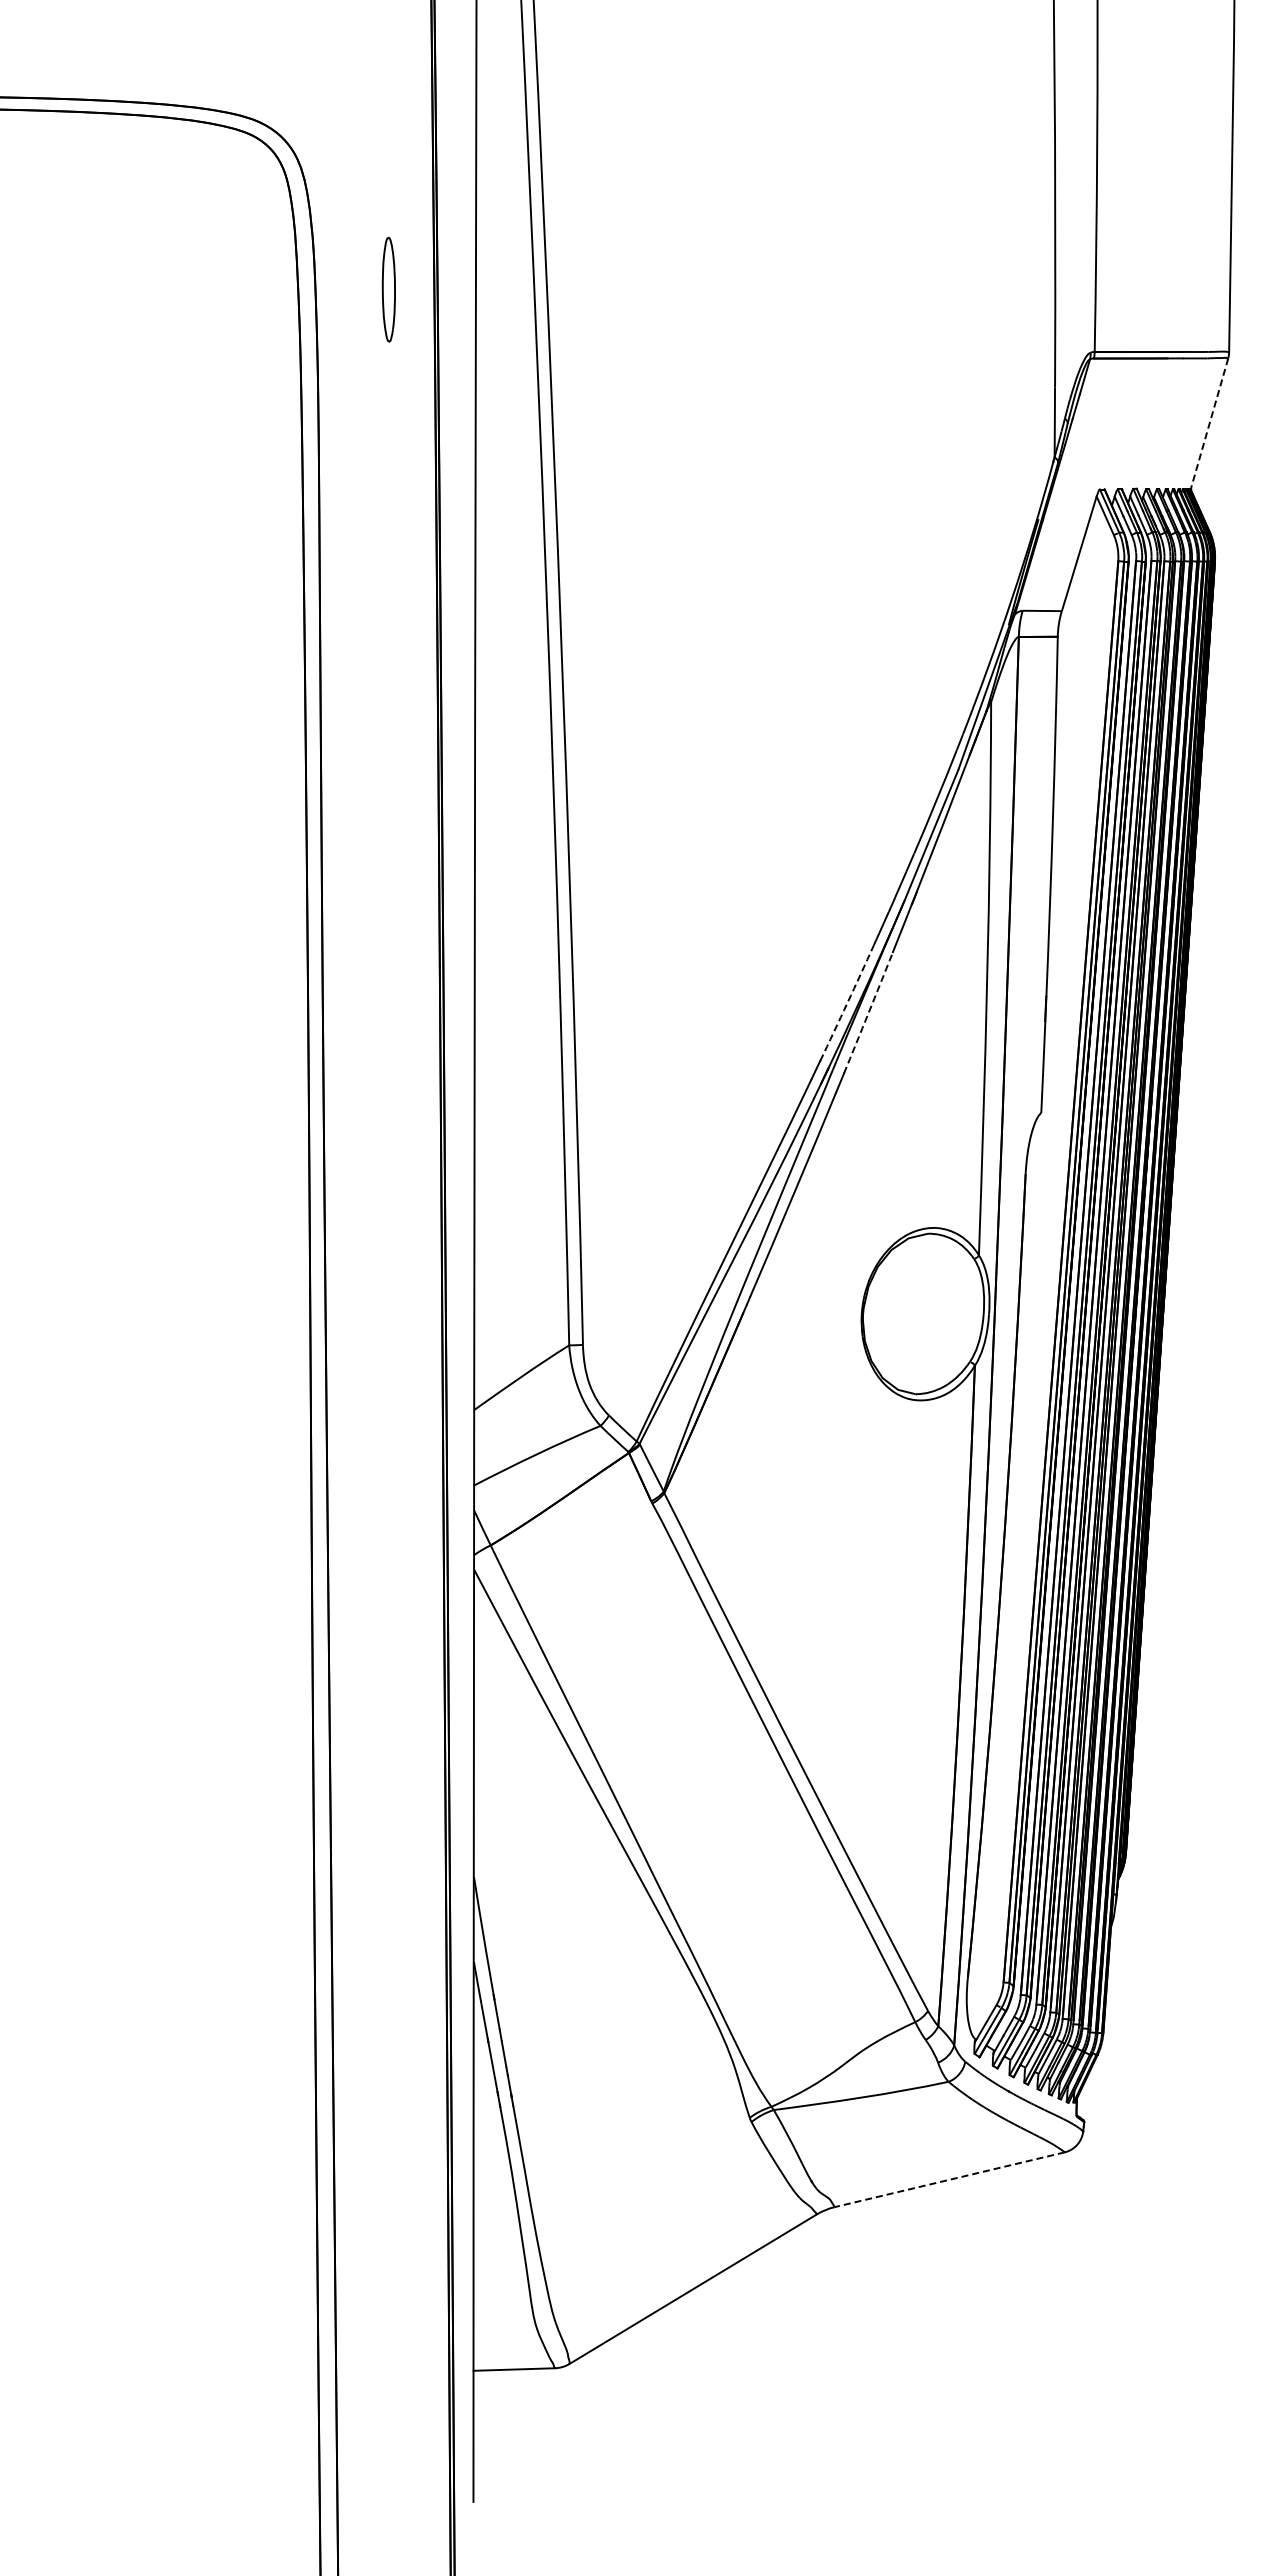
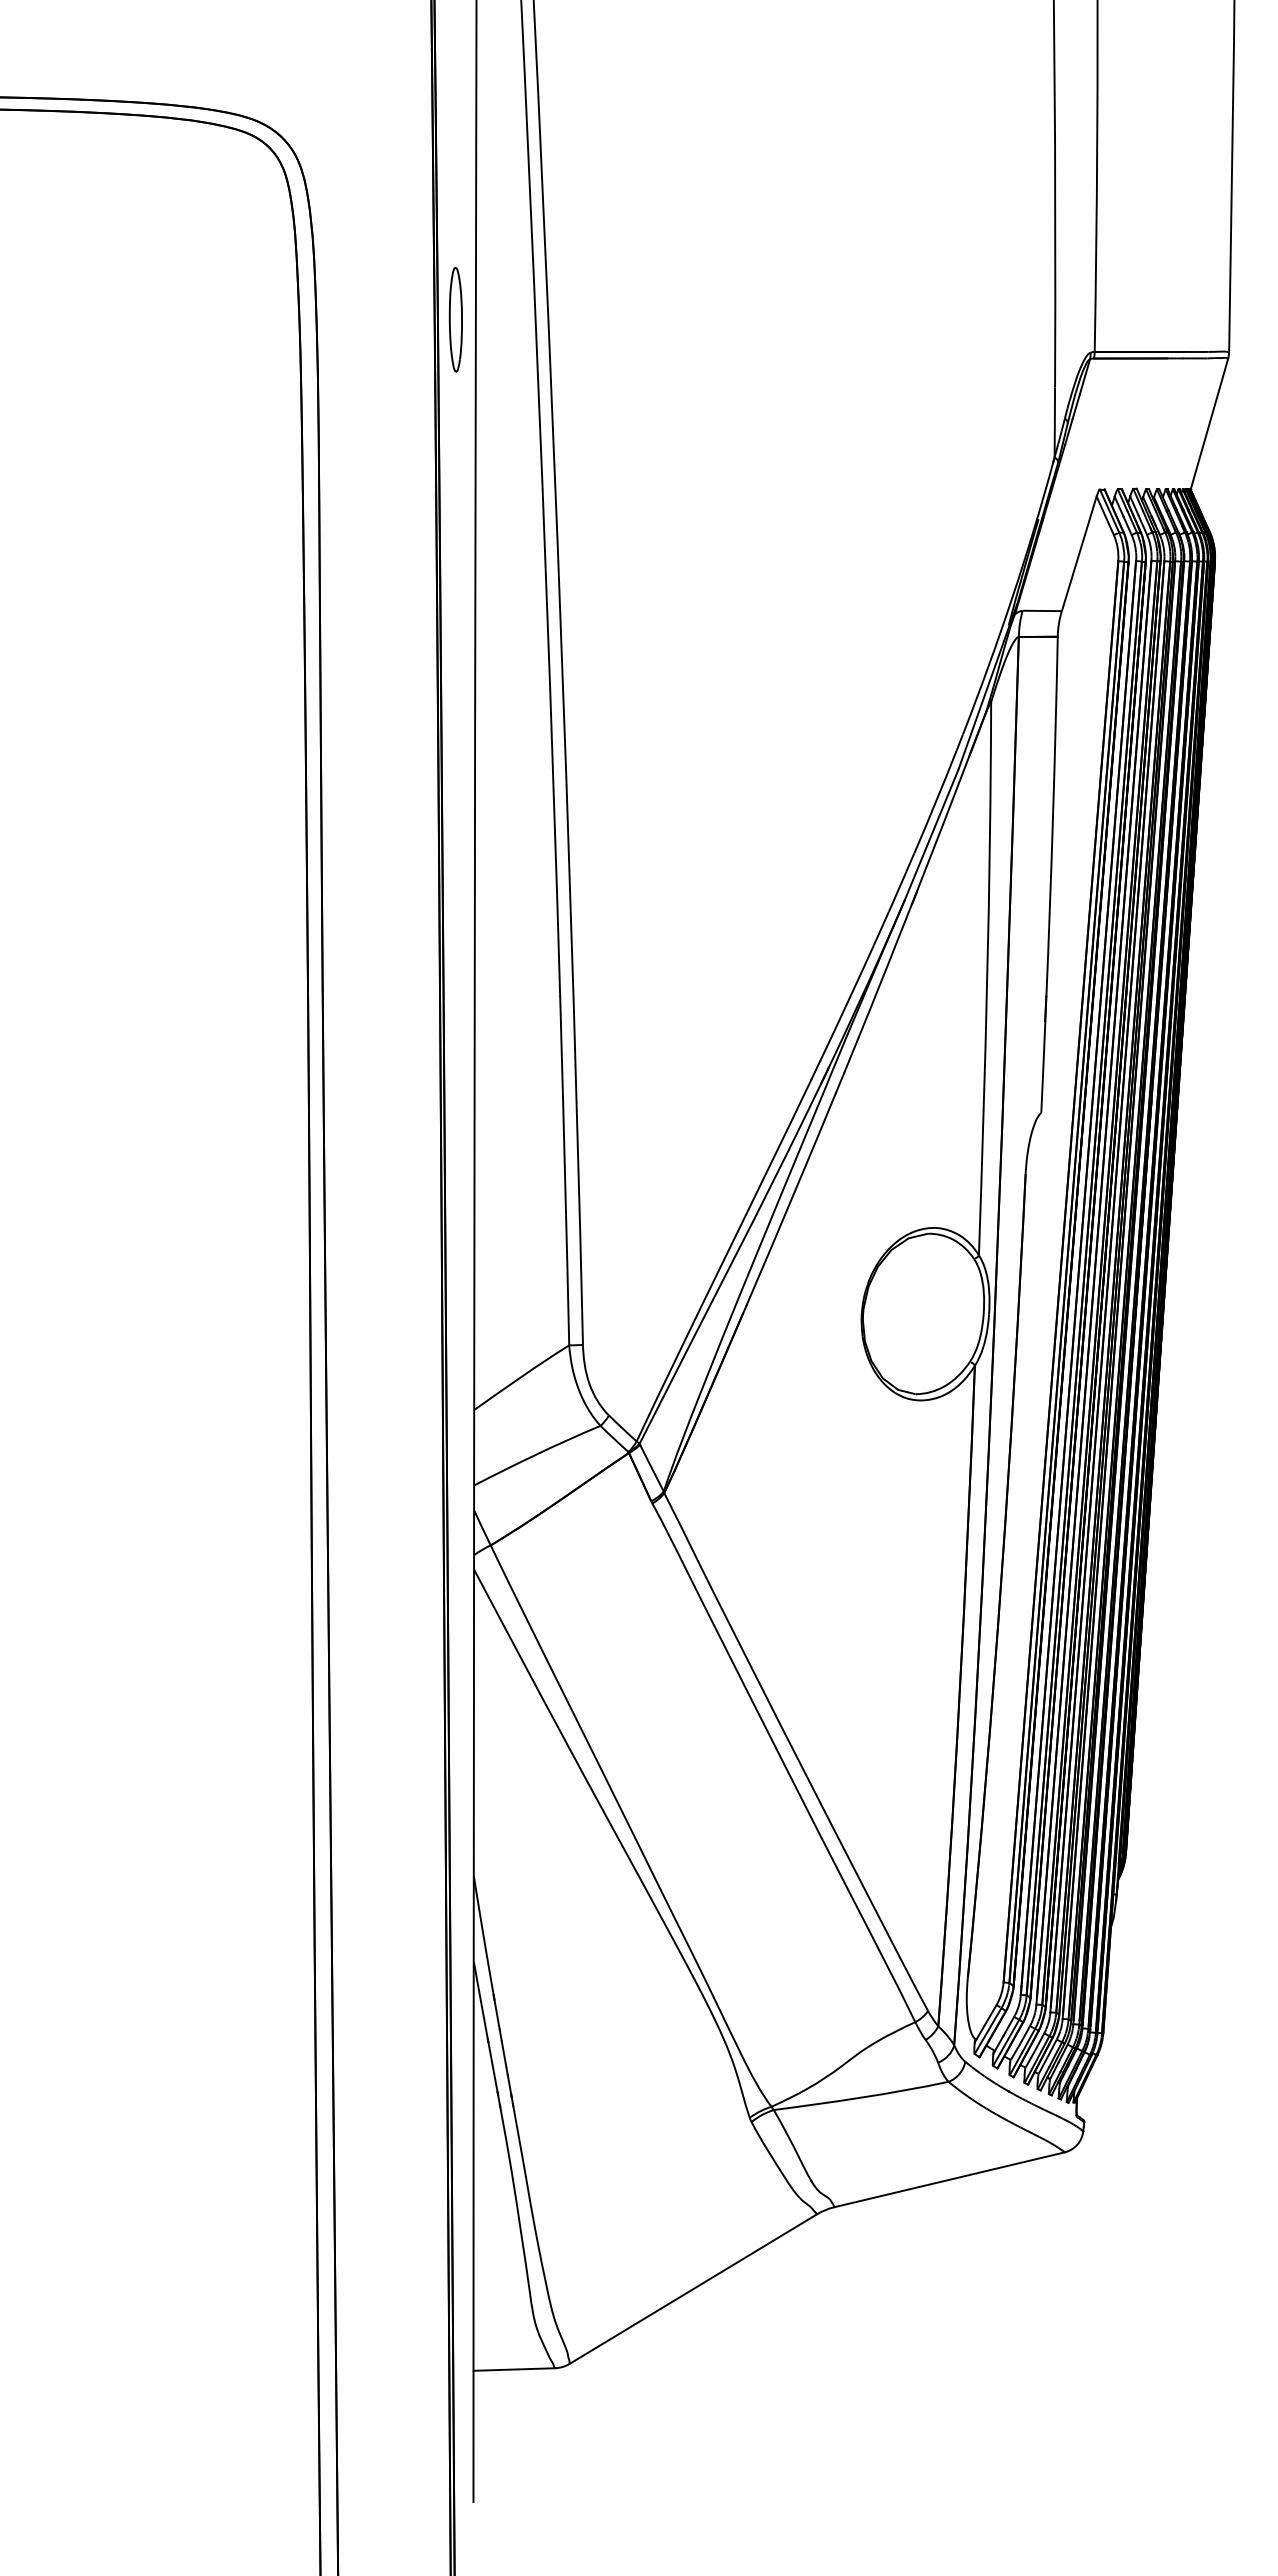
part at (388, 289) position: (388, 289) -> (455, 319)
line at (1209, 424): dashed -> solid
arc at (847, 1003): dashed -> solid
arc at (868, 1013): dashed -> solid
line at (949, 2179): dashed -> solid
